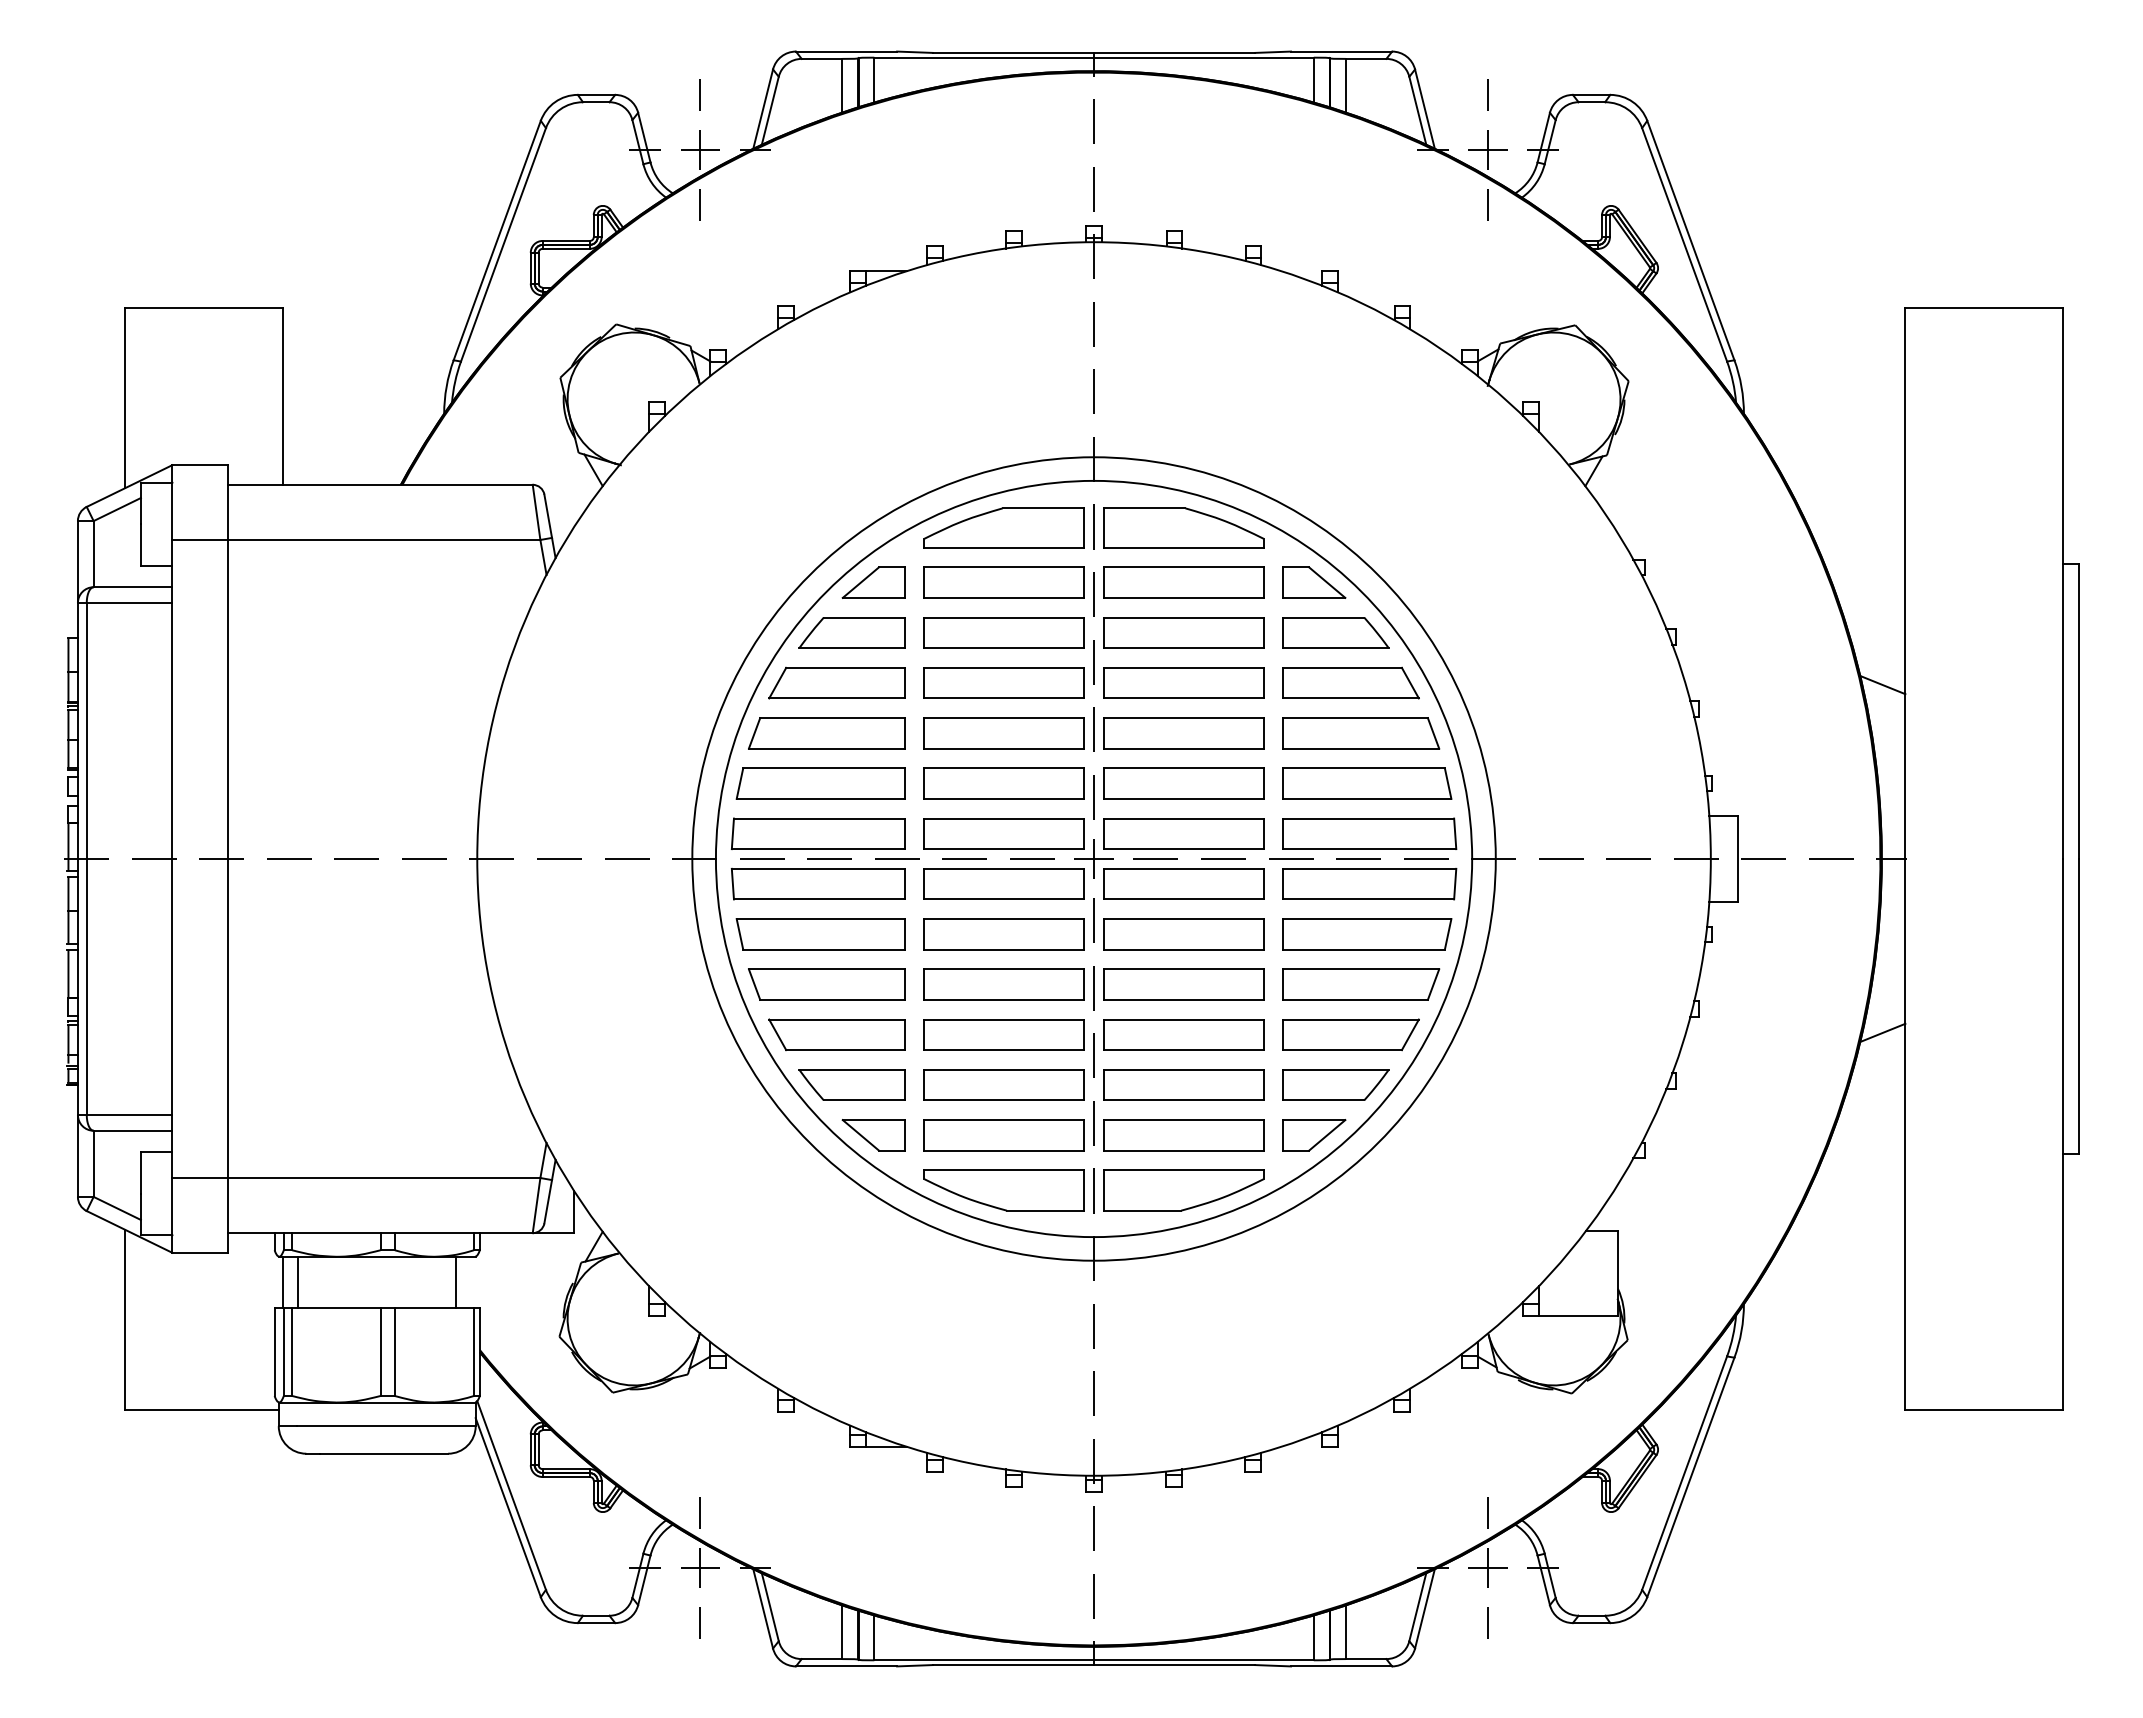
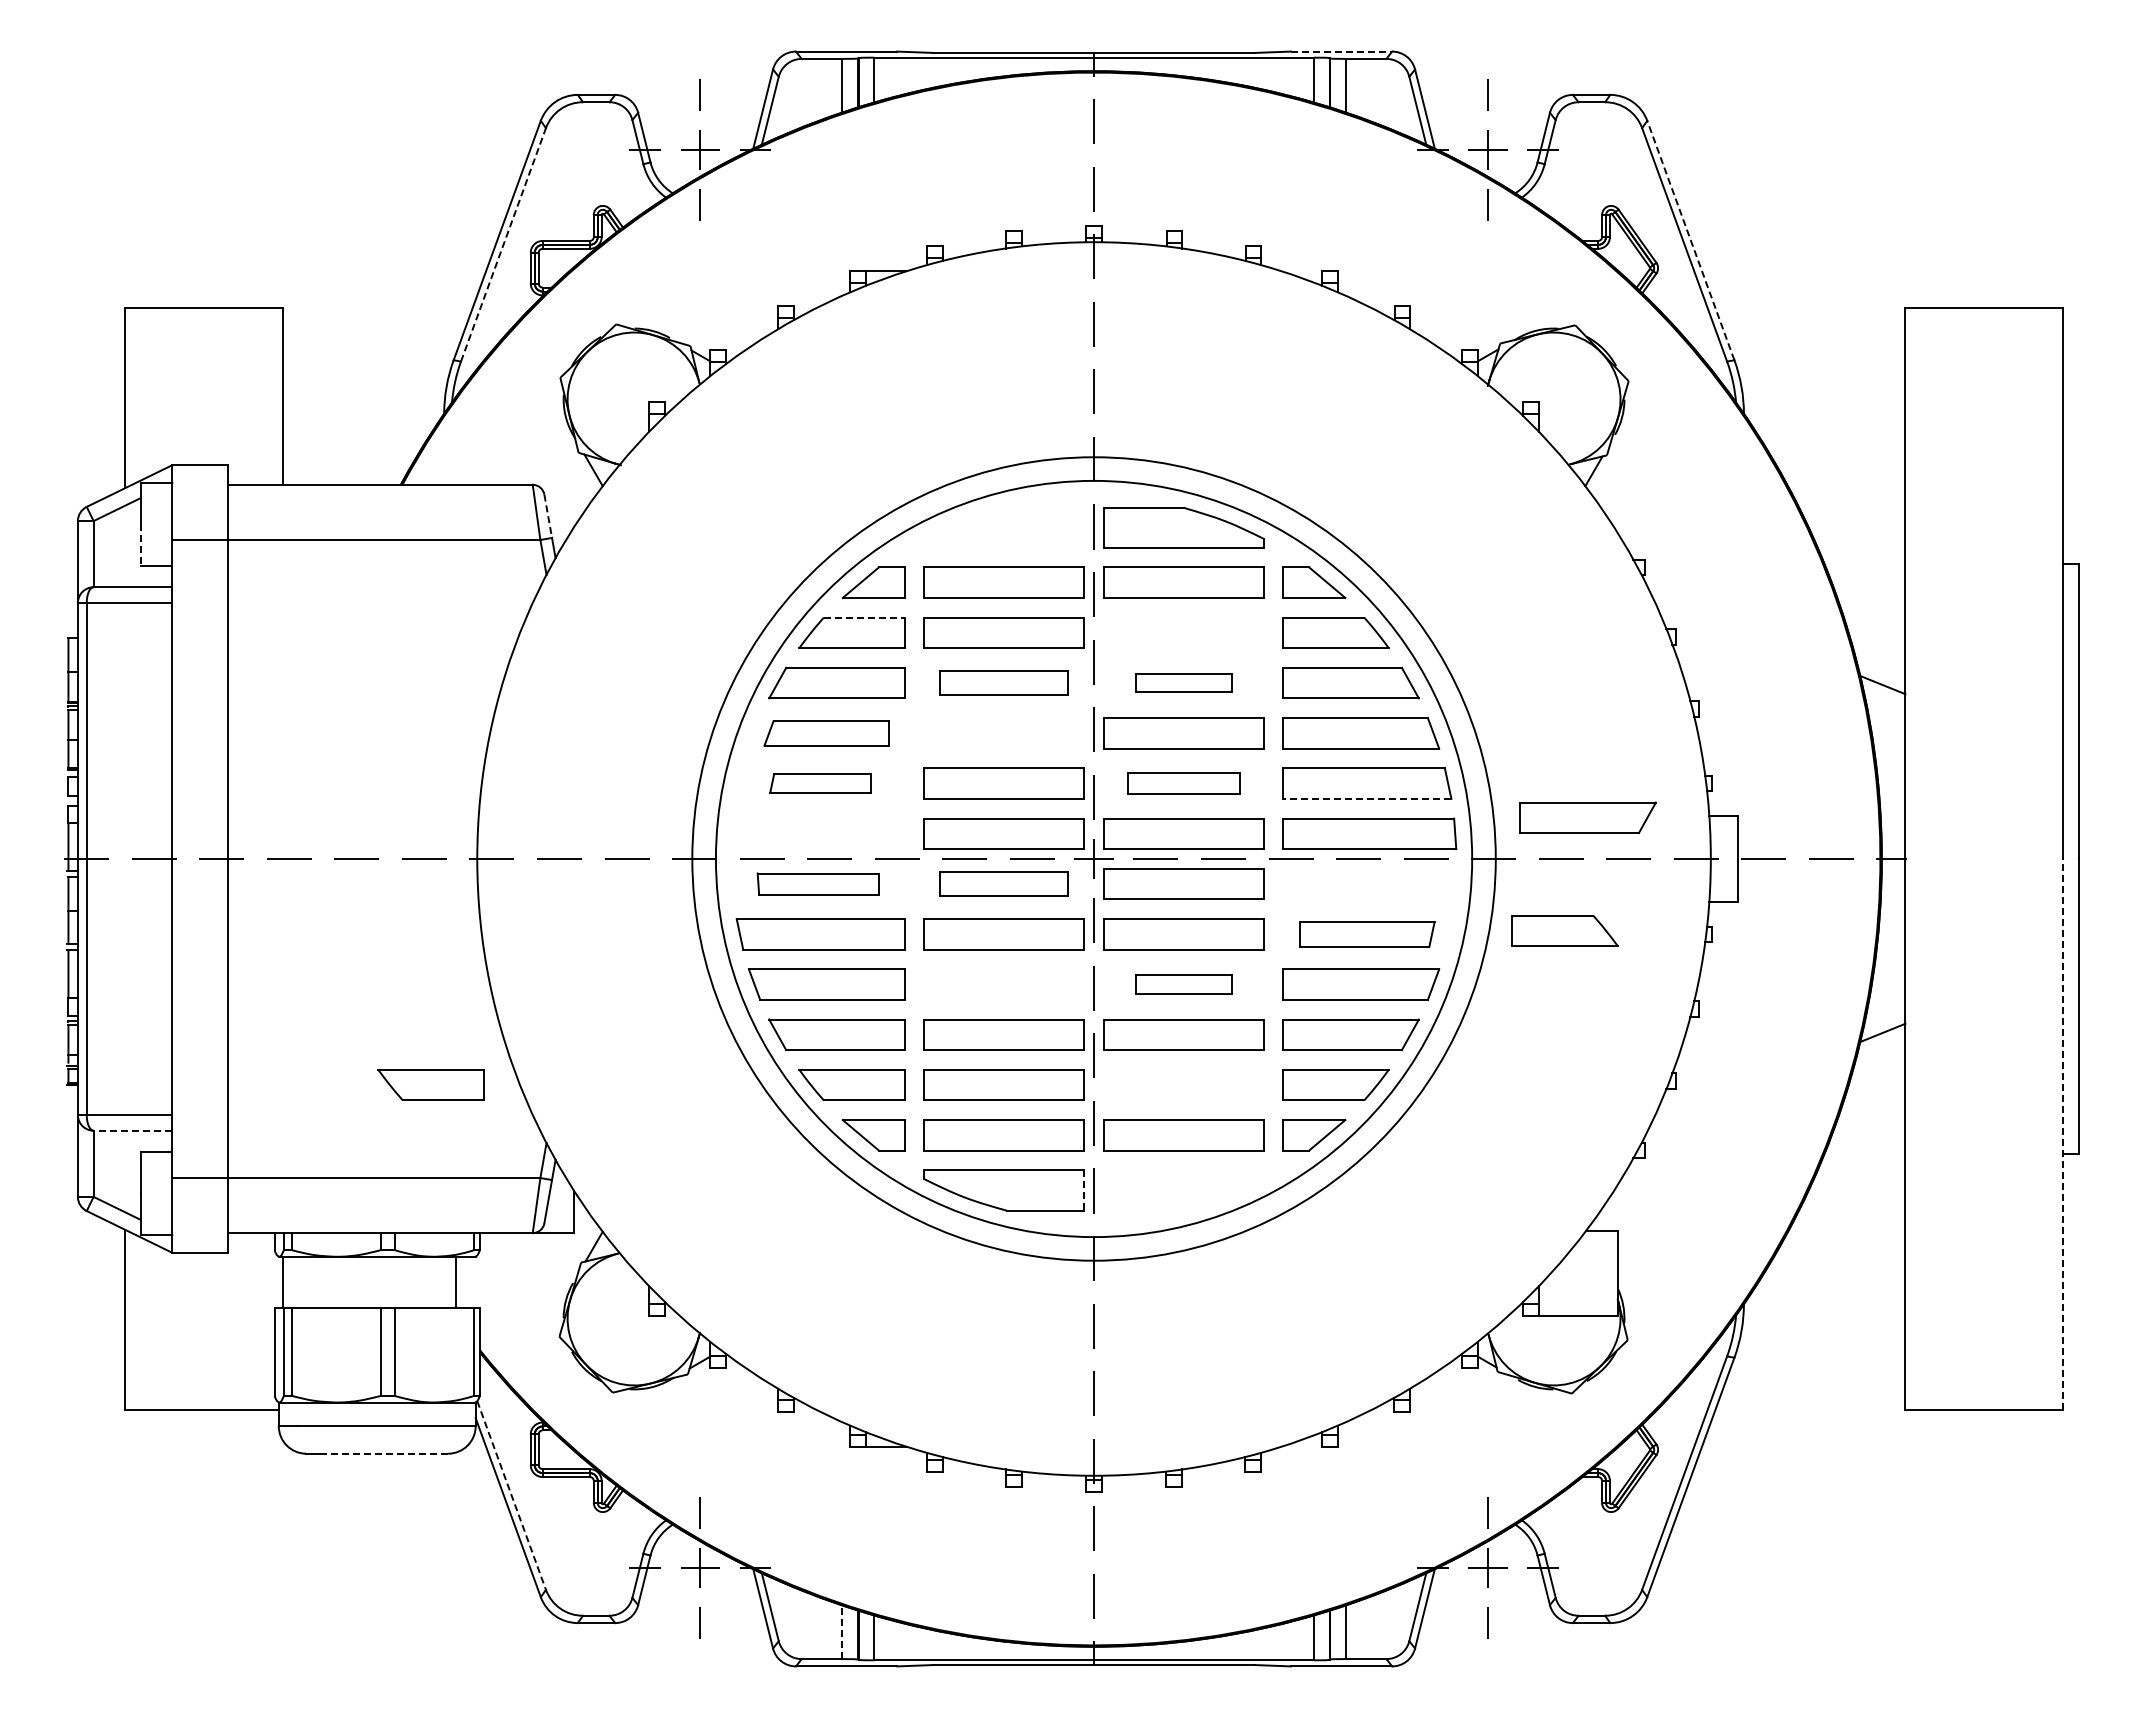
line at (1341, 51): solid -> dashed
line at (1690, 240): solid -> dashed
line at (503, 244): solid -> dashed
line at (548, 516): solid -> dashed
part at (1003, 527): present -> none
line at (140, 544): solid -> dashed
line at (864, 617): solid -> dashed
part at (1183, 632): present -> none
part at (1003, 682) size: 162x32 px -> 130x26 px
part at (1183, 682) size: 162x32 px -> 98x20 px
part at (826, 733) size: 158x33 px -> 127x27 px
part at (1003, 733): present -> none
part at (820, 783) size: 171x33 px -> 103x21 px
part at (1183, 783) size: 162x33 px -> 114x23 px
line at (1367, 798): solid -> dashed
part at (1587, 817): none -> present
part at (817, 833): present -> none
part at (1003, 883) size: 162x32 px -> 130x26 px
part at (817, 884) size: 176x33 px -> 124x24 px
part at (1369, 884): present -> none
part at (1564, 930): none -> present
part at (1367, 934) size: 171x33 px -> 137x27 px
part at (1003, 984): present -> none
part at (1183, 984) size: 162x33 px -> 98x21 px
part at (430, 1084): none -> present
part at (1183, 1084): present -> none
line at (132, 1130): solid -> dashed
line at (2062, 1134): solid -> dashed
part at (1183, 1190): present -> none
line at (1084, 1191): solid -> dashed
line at (298, 1281): present -> none
line at (383, 1453): solid -> dashed
line at (511, 1495): solid -> dashed
line at (842, 1632): solid -> dashed
